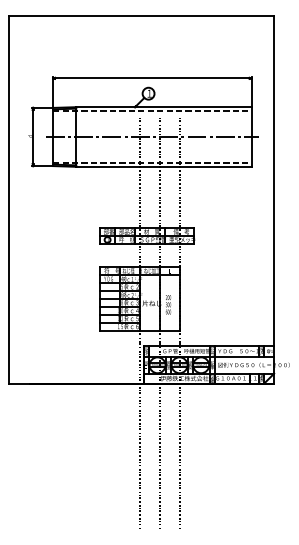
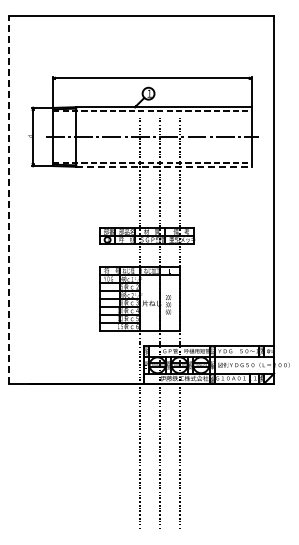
line at (163, 167): solid -> dashed
line at (9, 199): solid -> dashed
